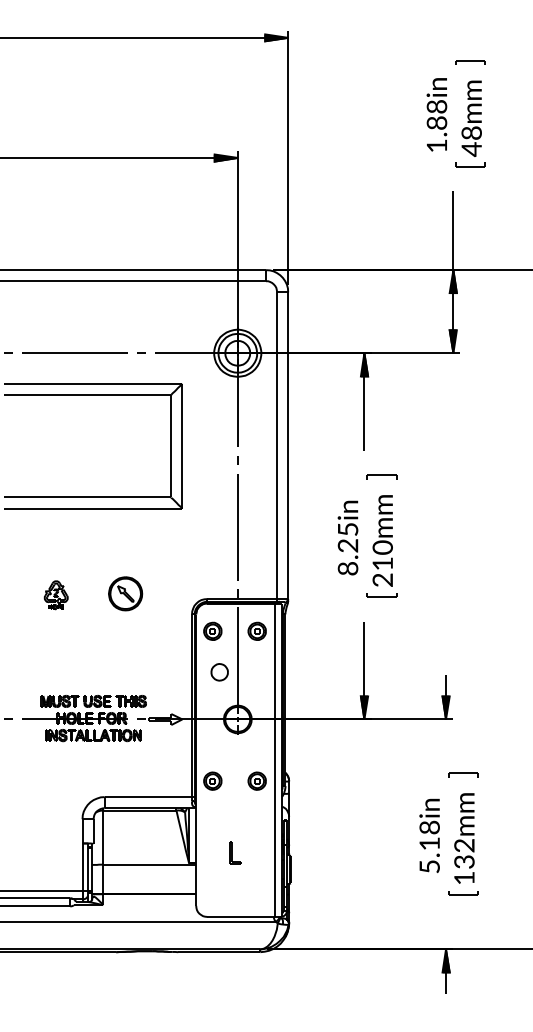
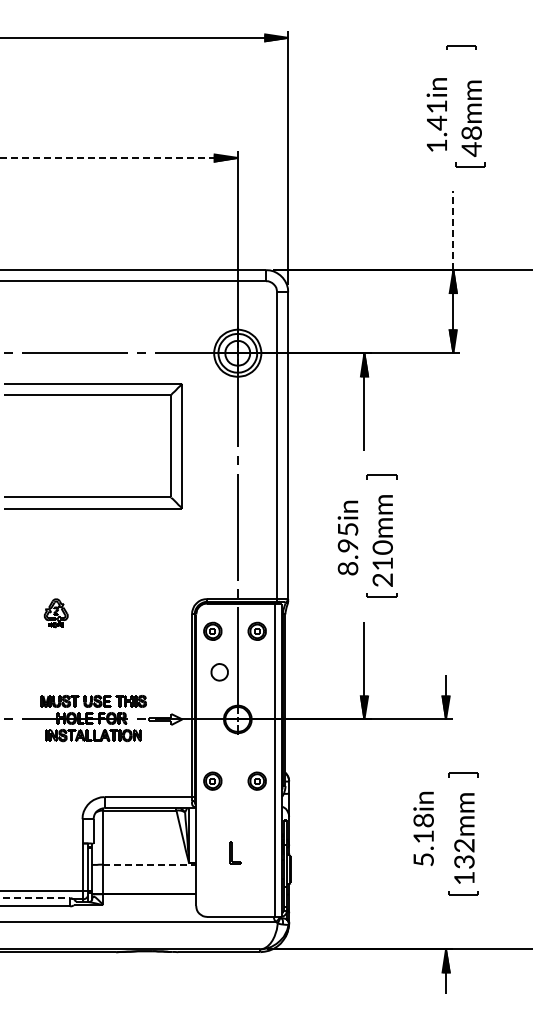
part at (470, 62) position: (470, 62) -> (461, 47)
text at (436, 115): 1.88in -> 1.41in
line at (118, 157): solid -> dashed
line at (453, 230): solid -> dashed
text at (348, 545): 8.25in -> 8.95in
part at (125, 593): present -> none
part at (55, 595) position: (55, 595) -> (55, 613)
text at (429, 835) position: (429, 835) -> (423, 828)
line at (150, 864): solid -> dashed
line at (35, 898): solid -> dashed
